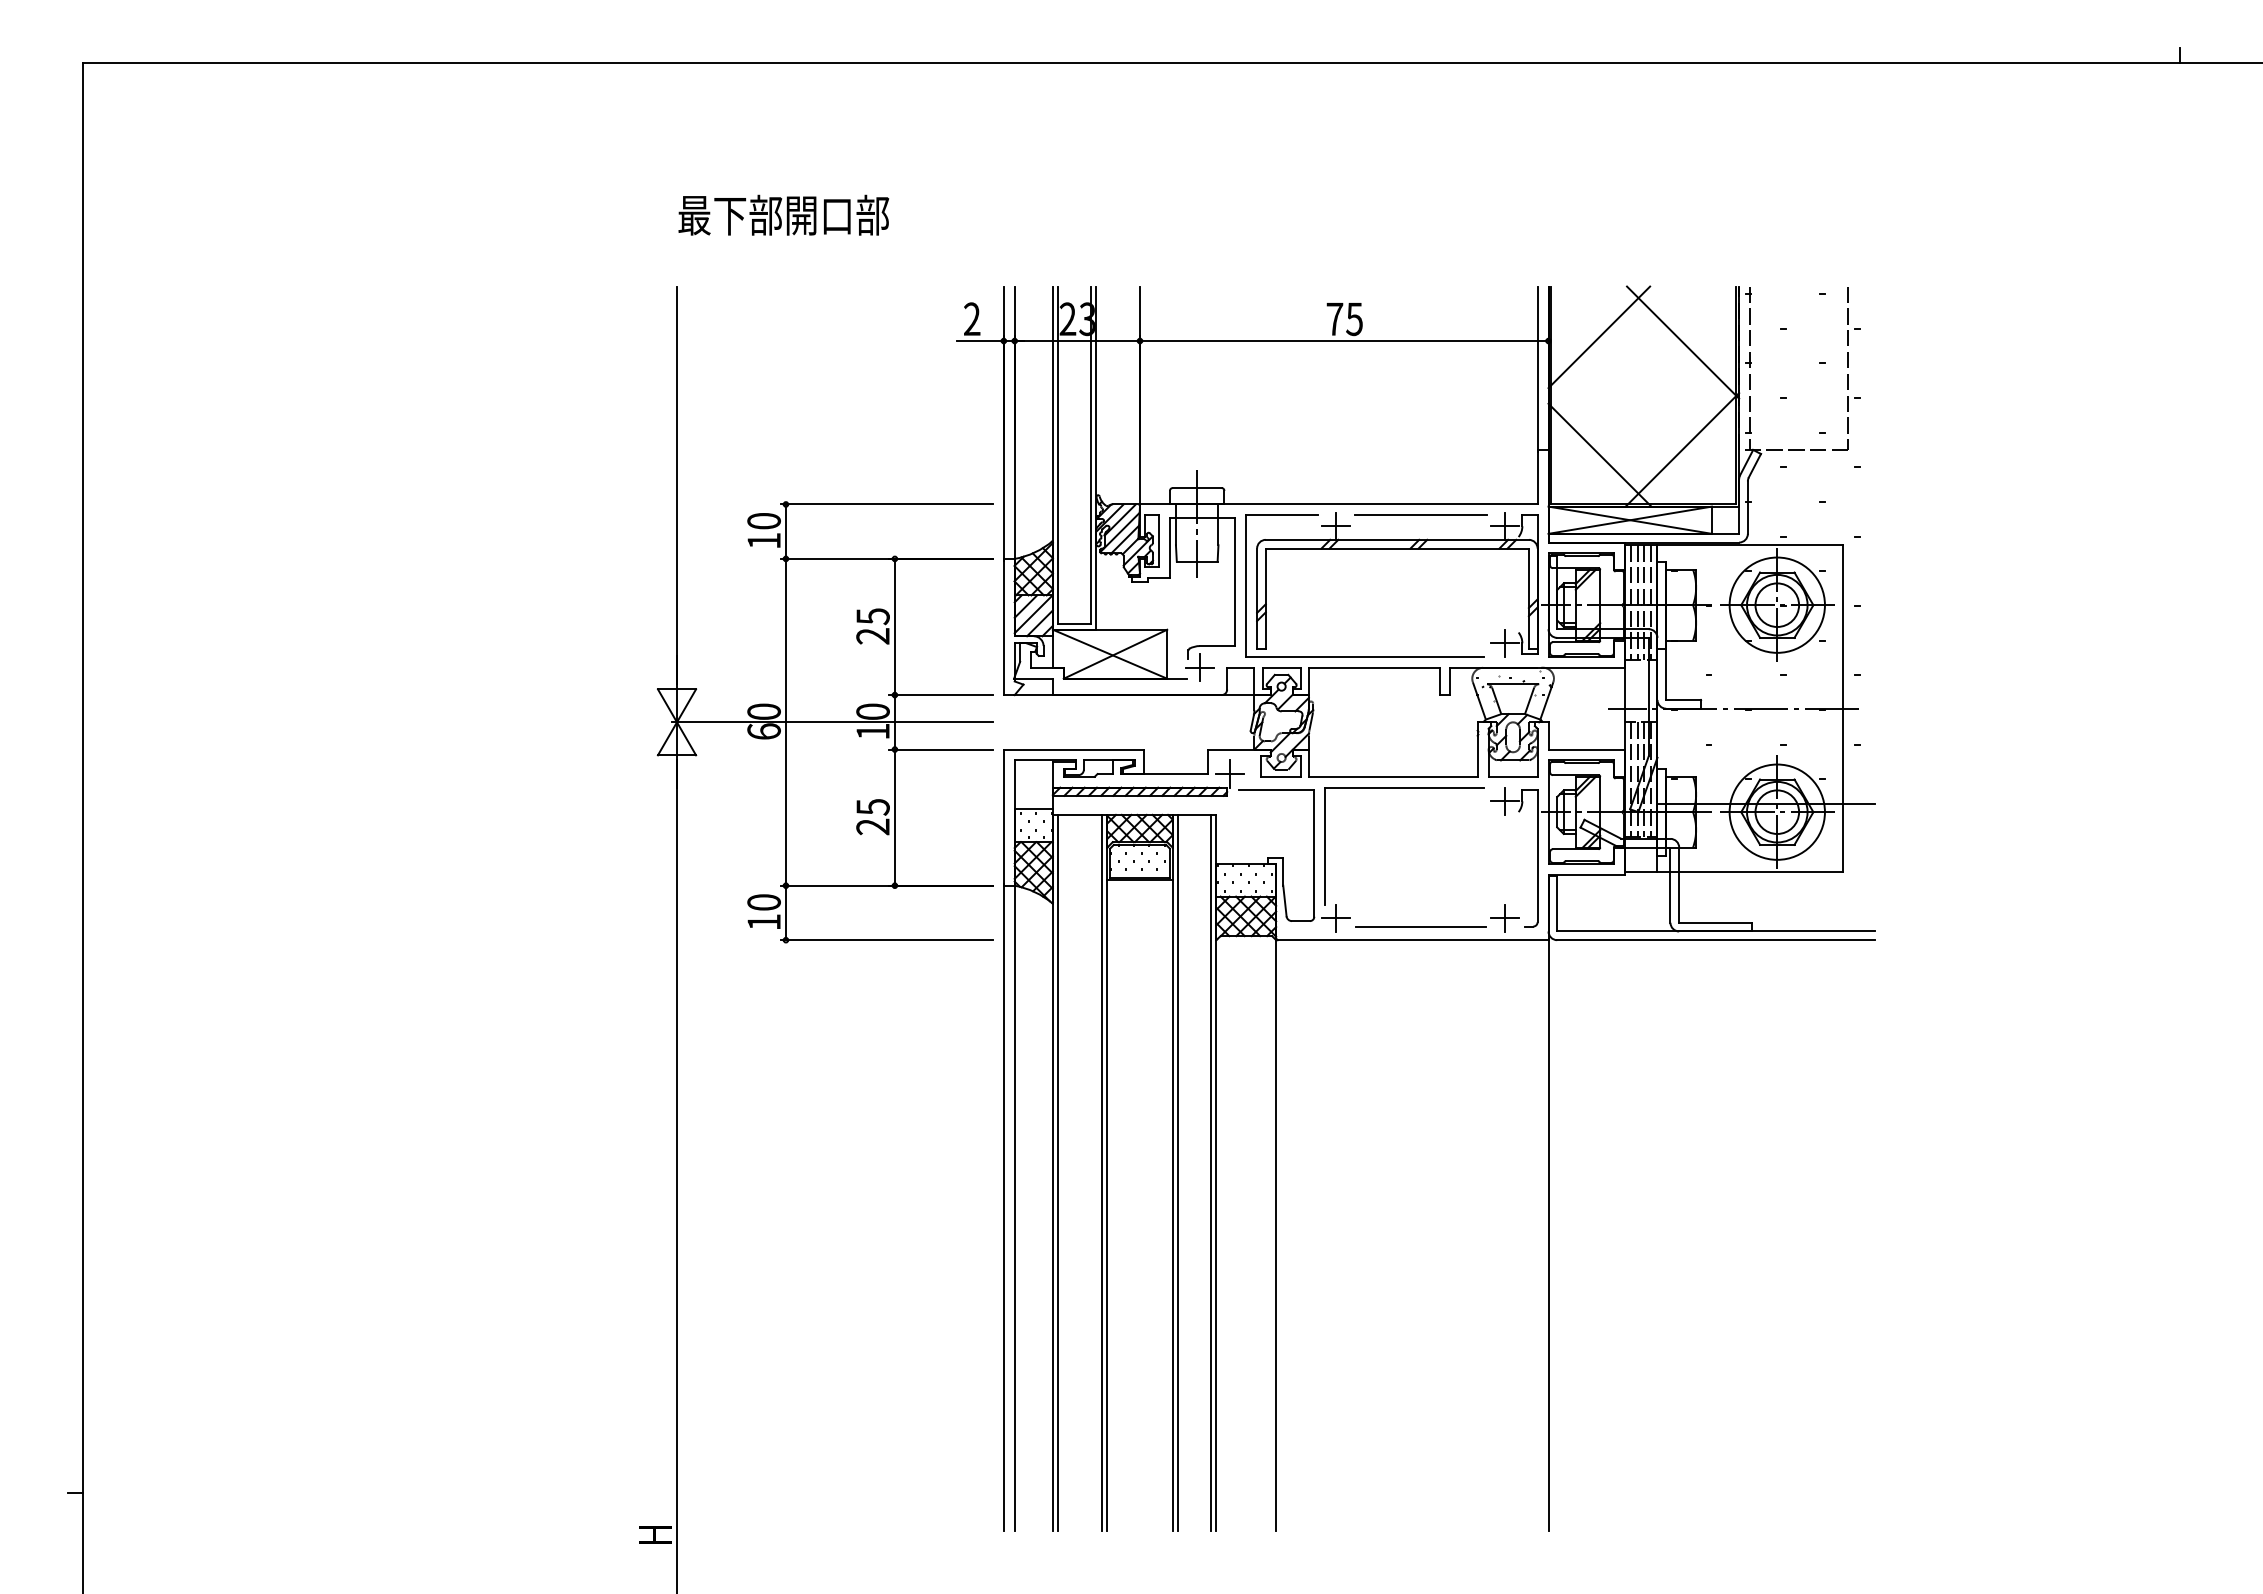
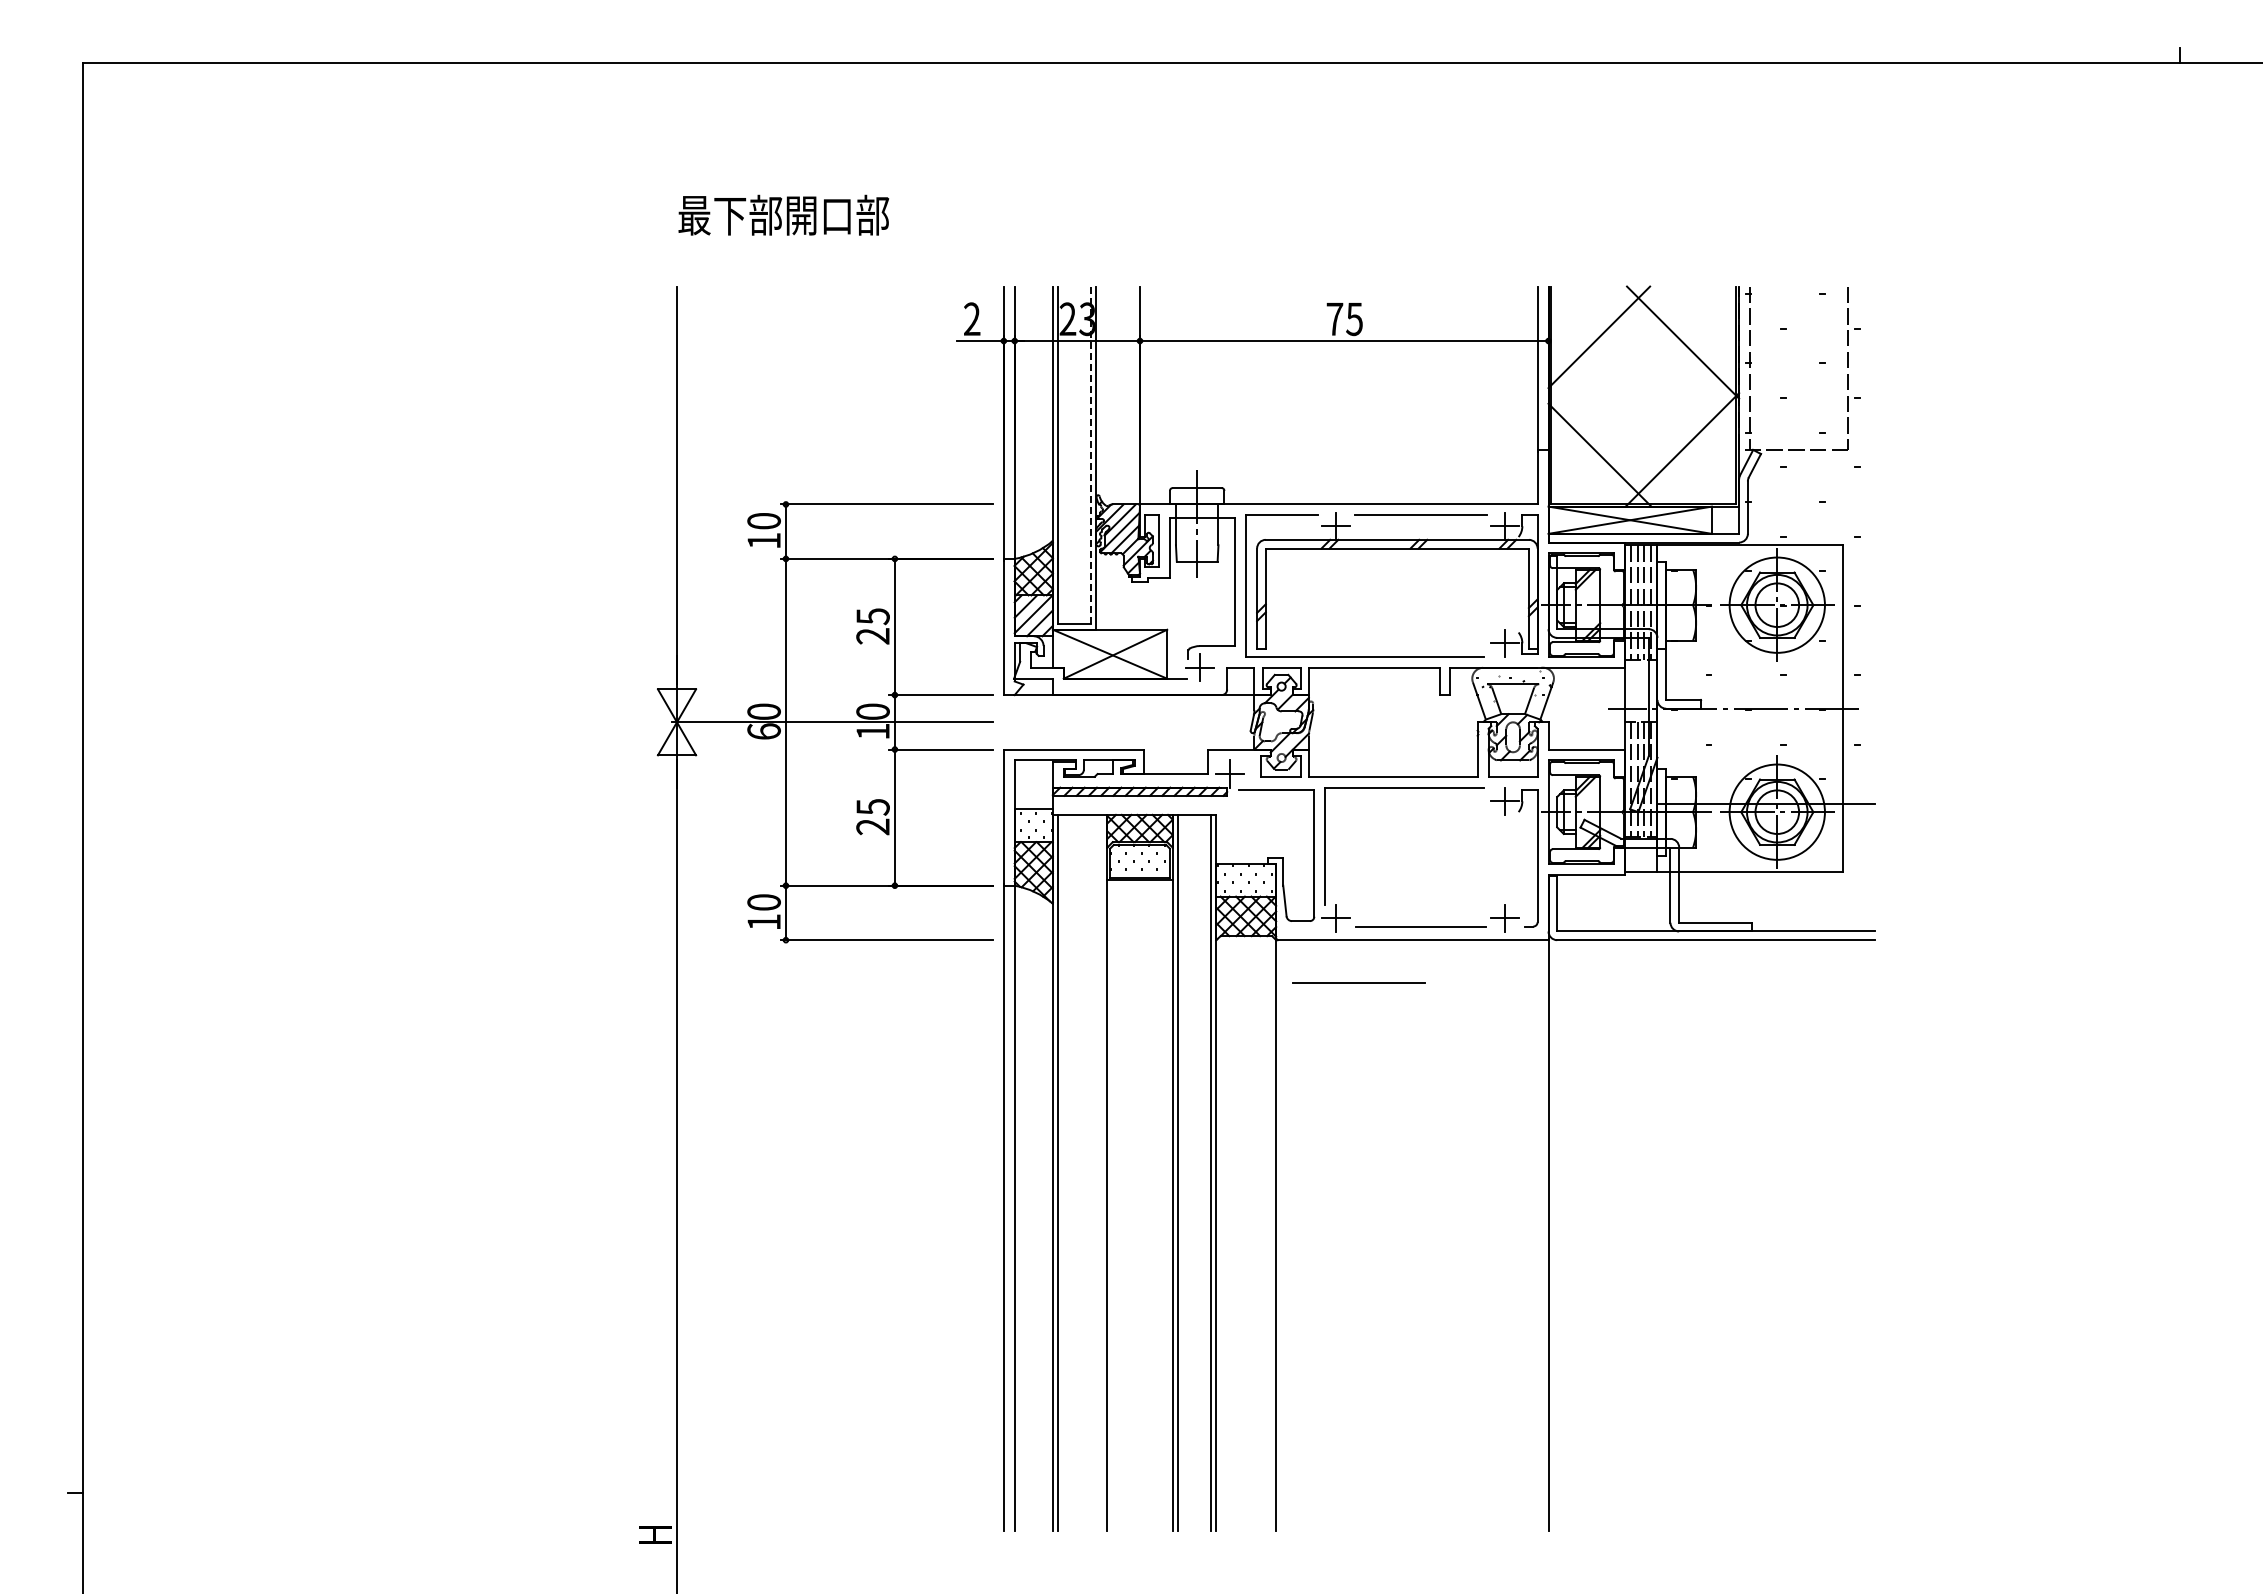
line at (1090, 455): solid -> dashed
line at (1358, 982): none -> present
line at (1101, 1172): present -> none
